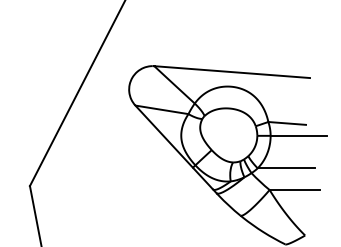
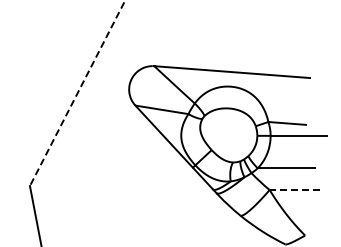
line at (77, 93): solid -> dashed
line at (294, 190): solid -> dashed
